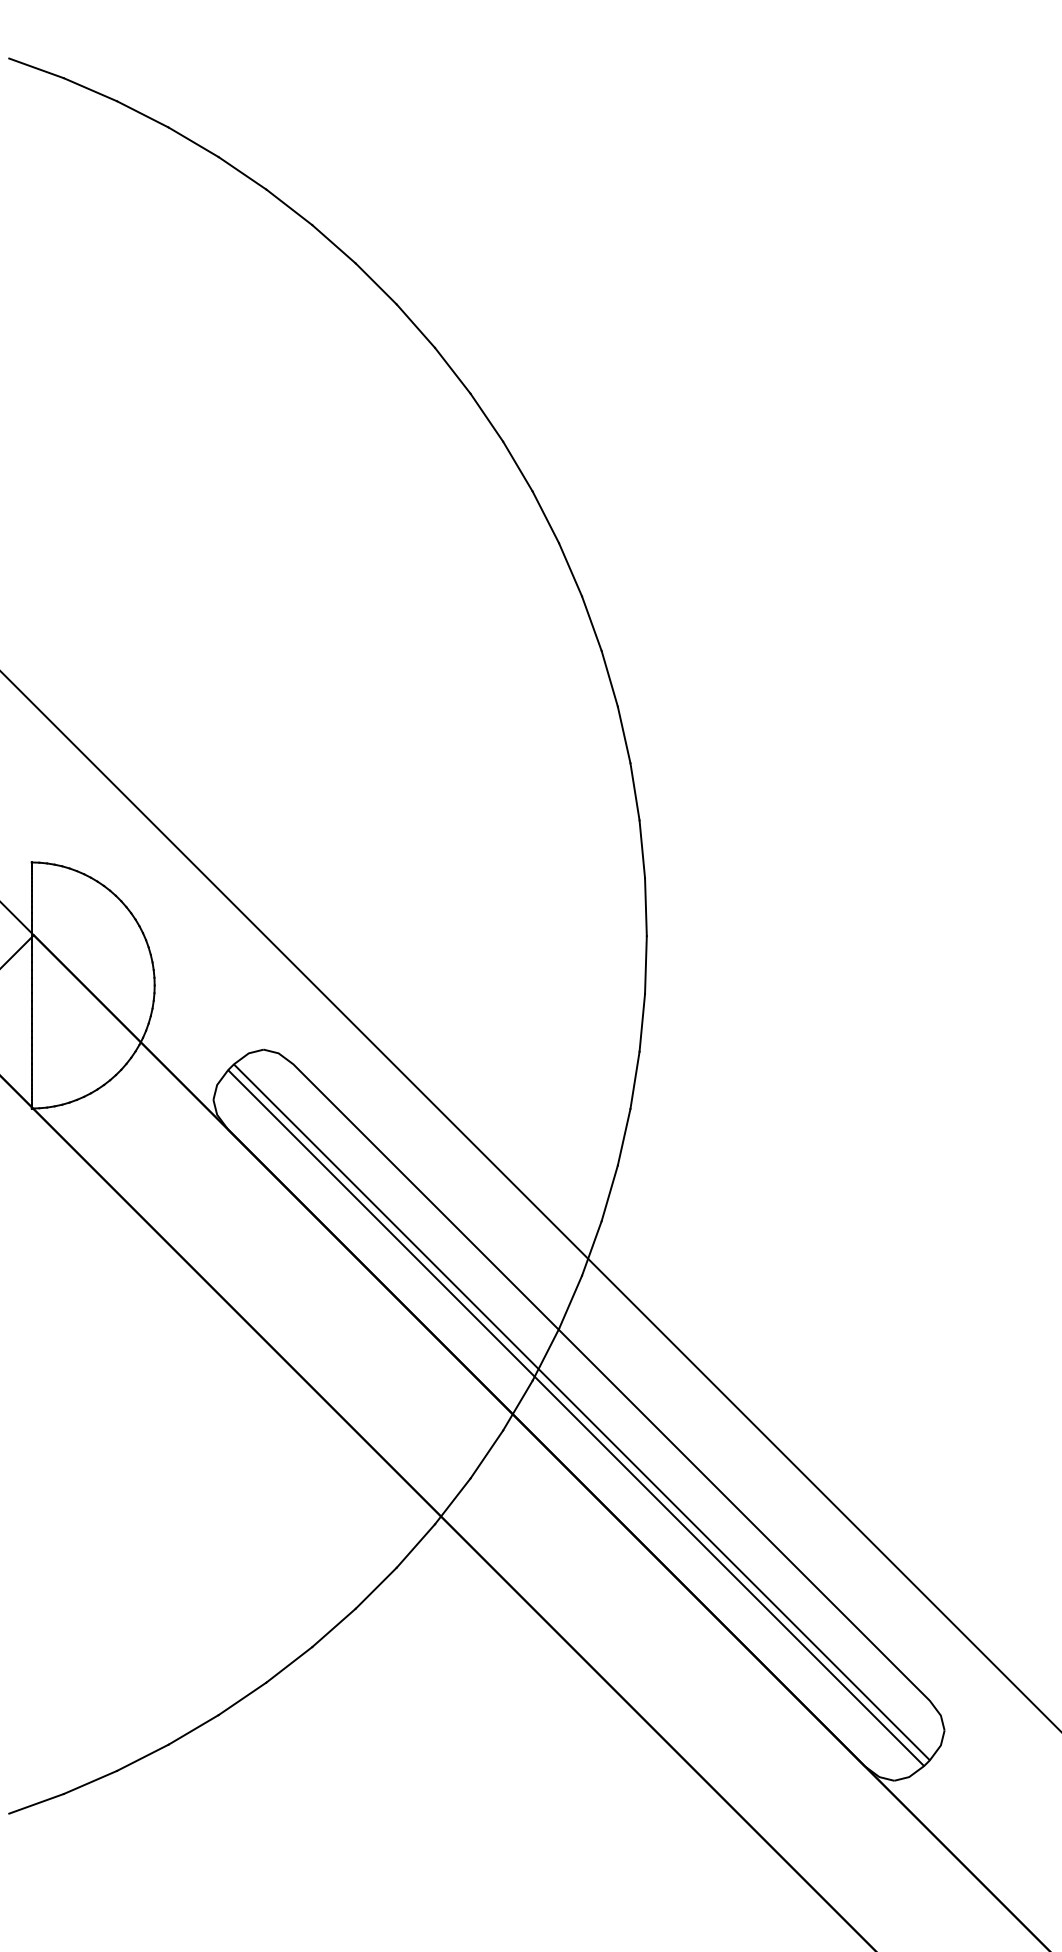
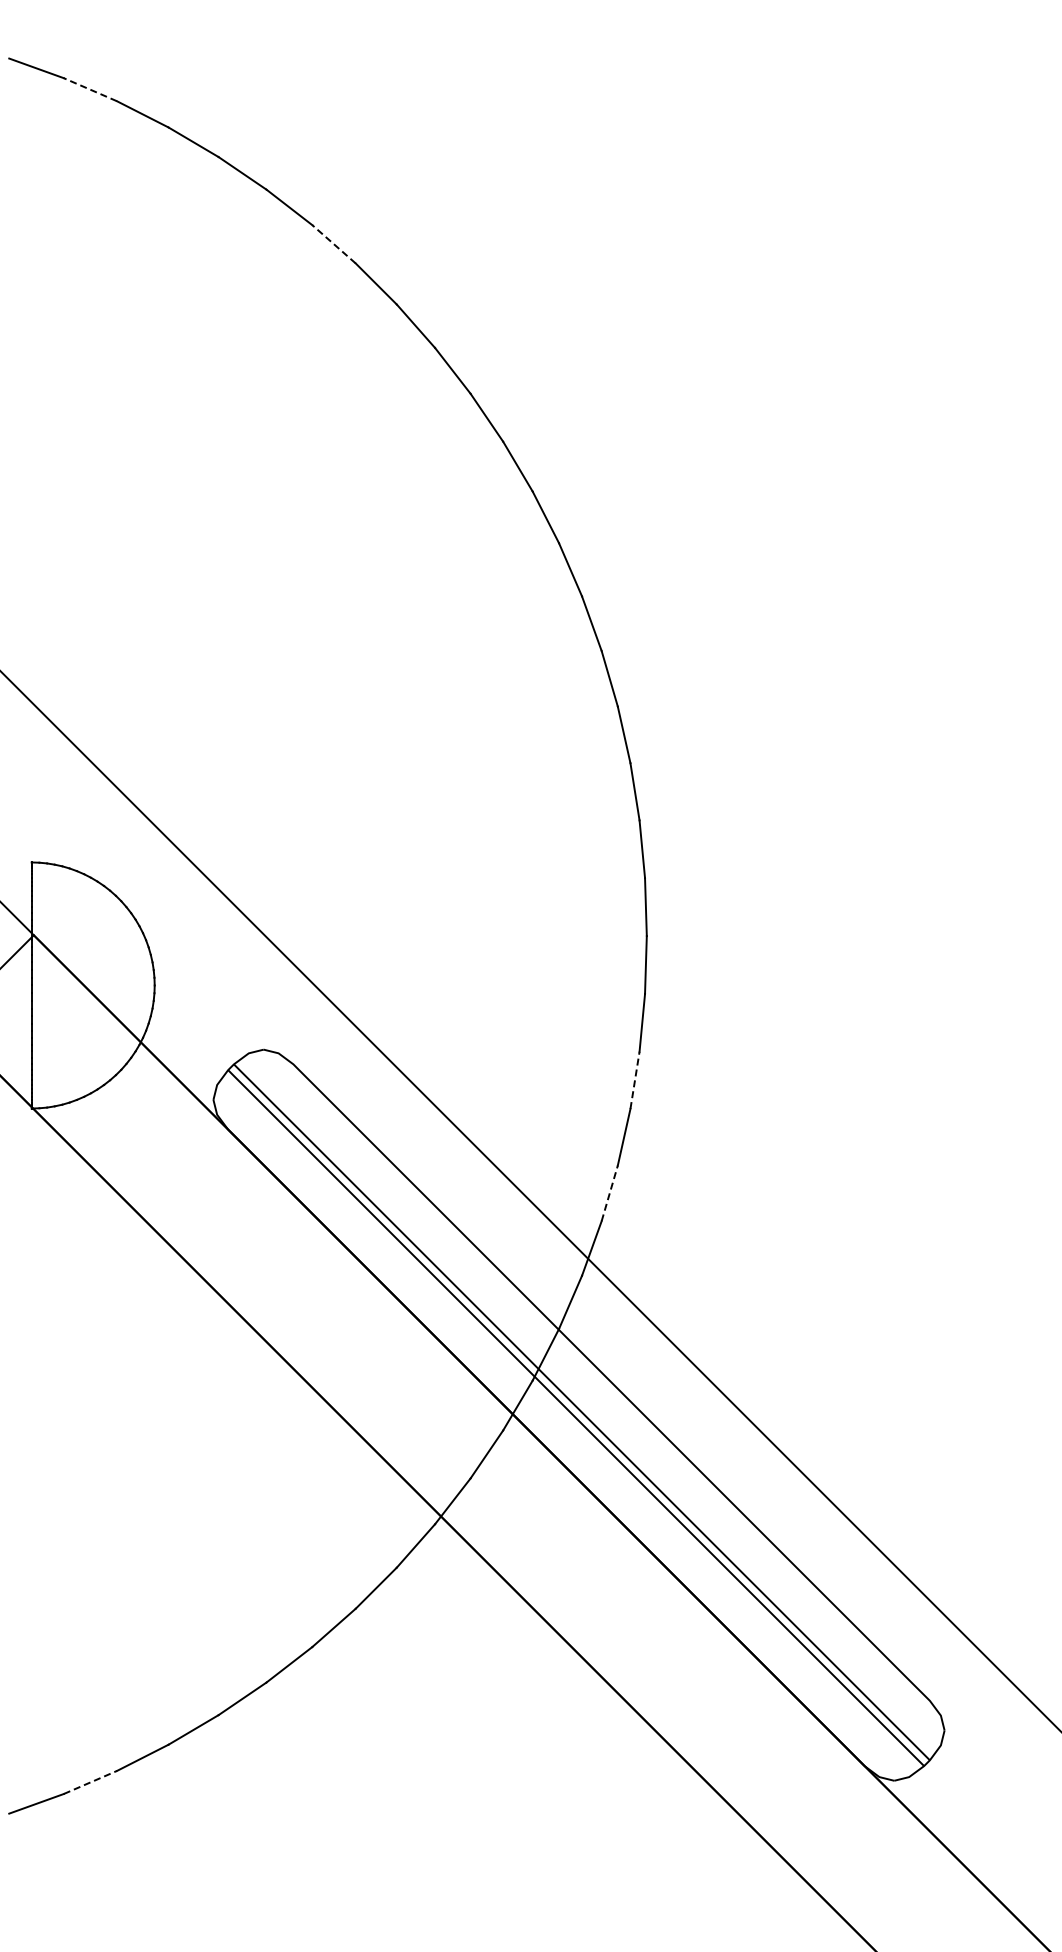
line at (90, 89): solid -> dashed
line at (334, 244): solid -> dashed
line at (635, 1080): solid -> dashed
line at (609, 1193): solid -> dashed
line at (90, 1782): solid -> dashed
